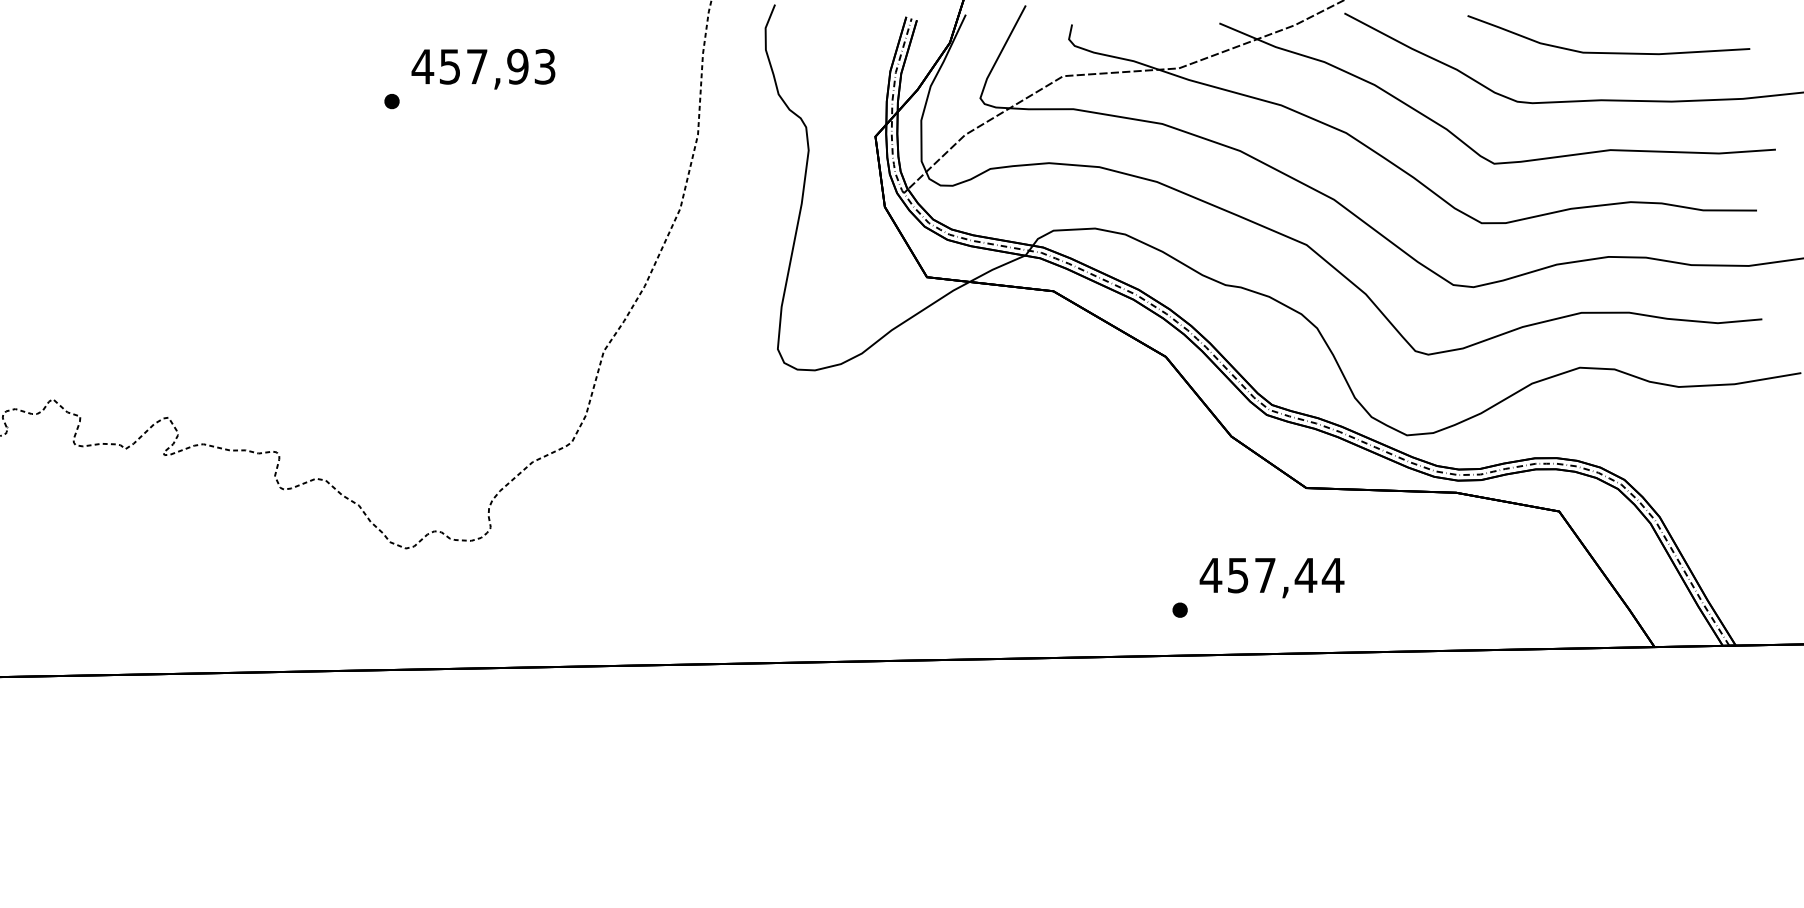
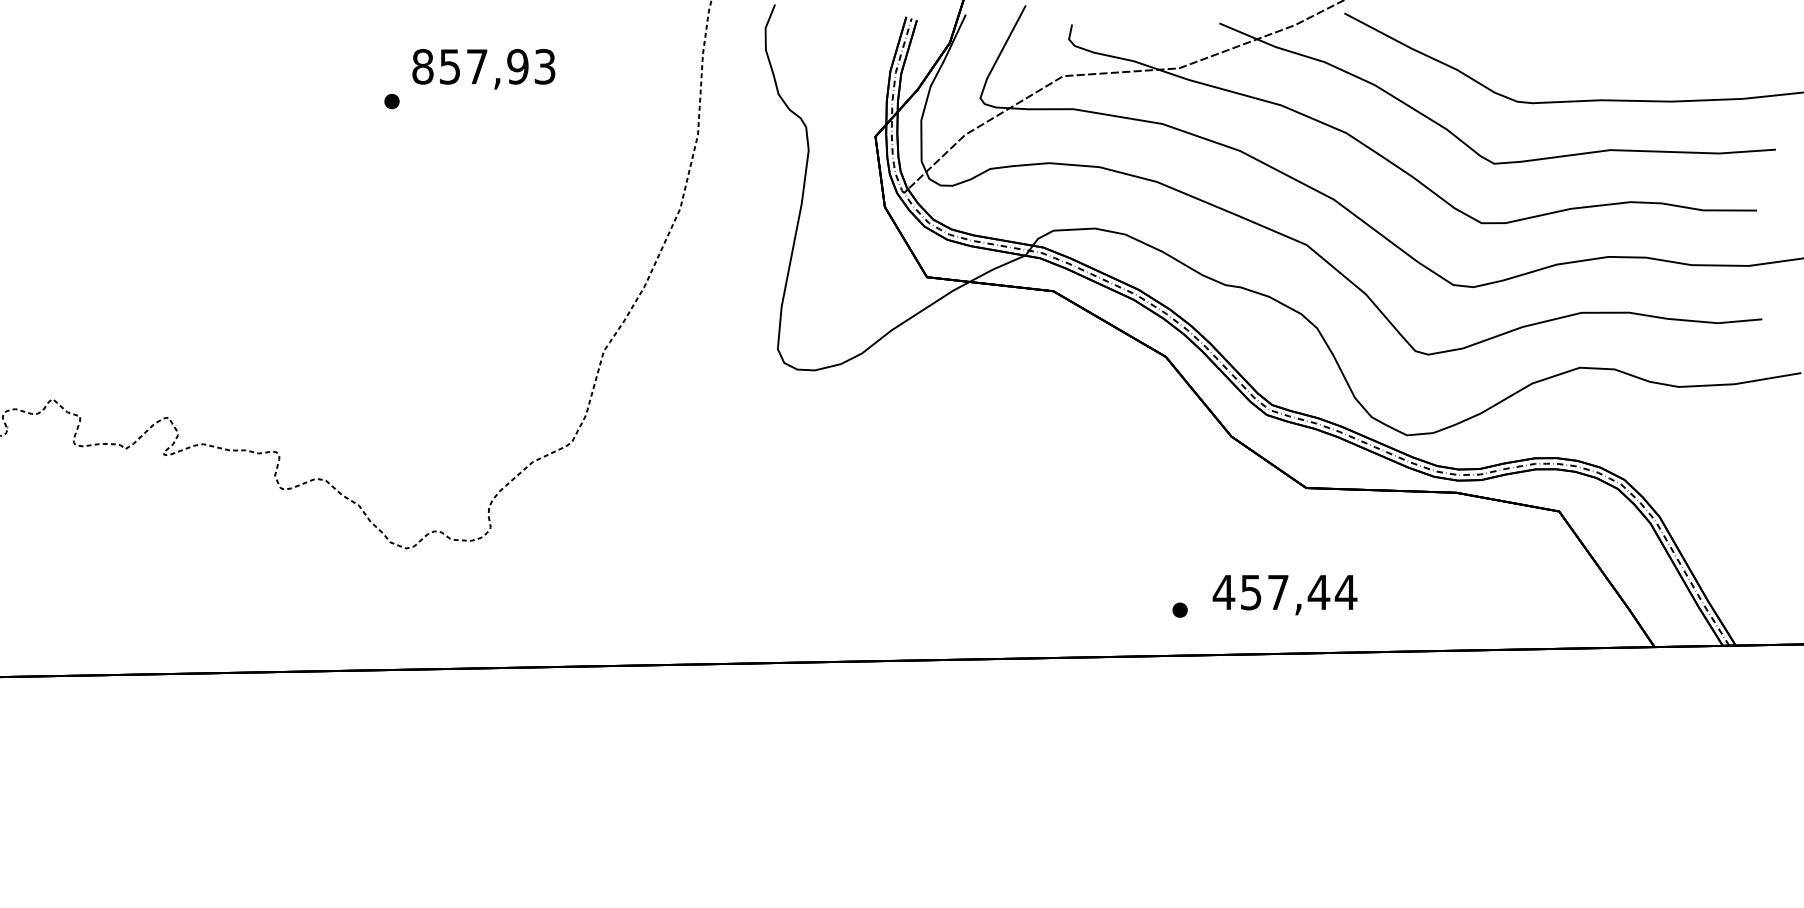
curve at (1608, 52): present -> none
text at (422, 66): 457,93 -> 857,93
text at (1271, 578) position: (1271, 578) -> (1284, 595)
